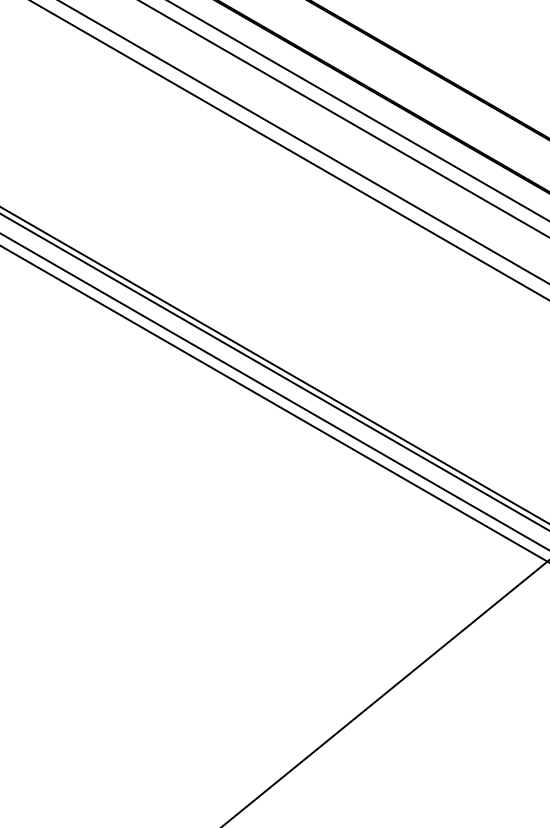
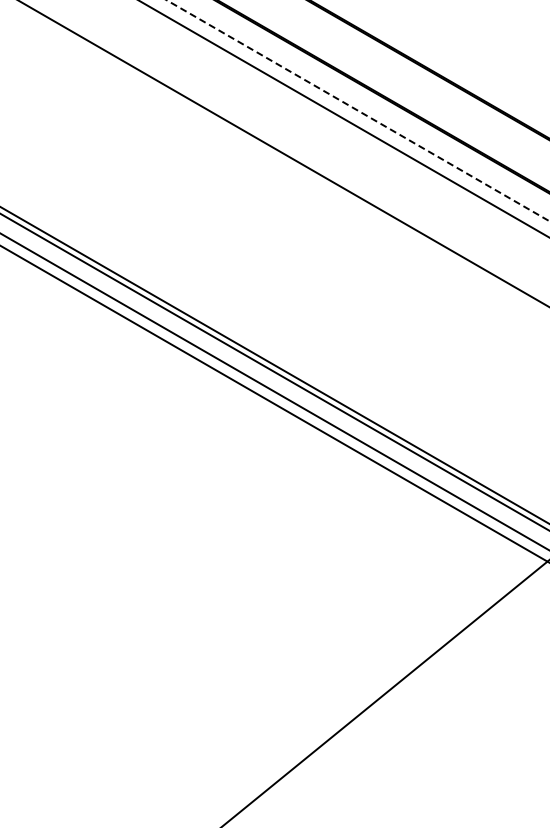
line at (358, 111): solid -> dashed
line at (303, 142): present -> none
line at (289, 150) position: (289, 150) -> (283, 153)
